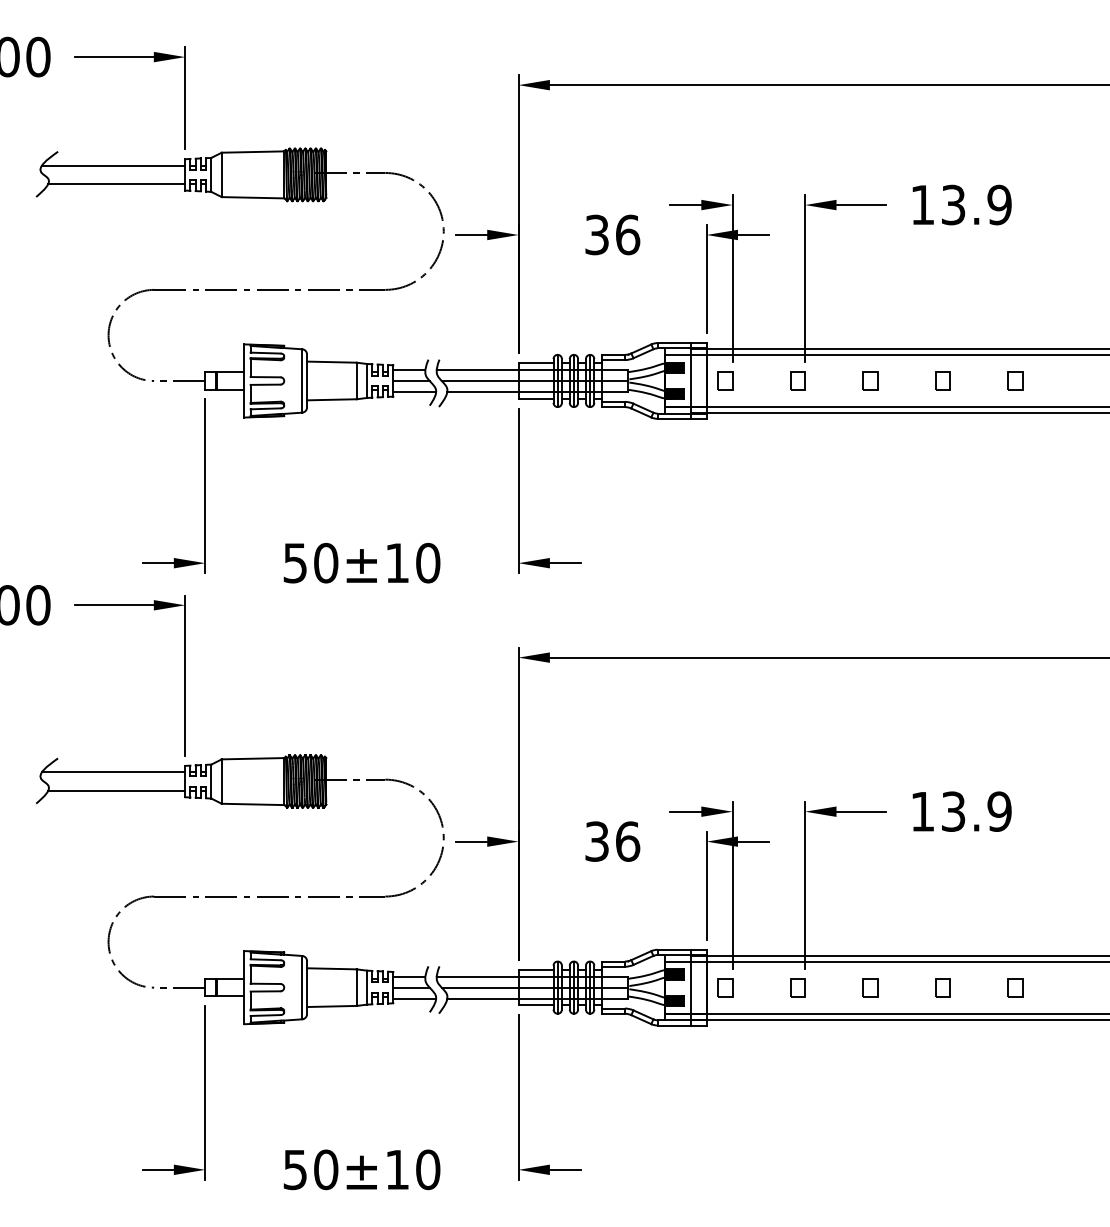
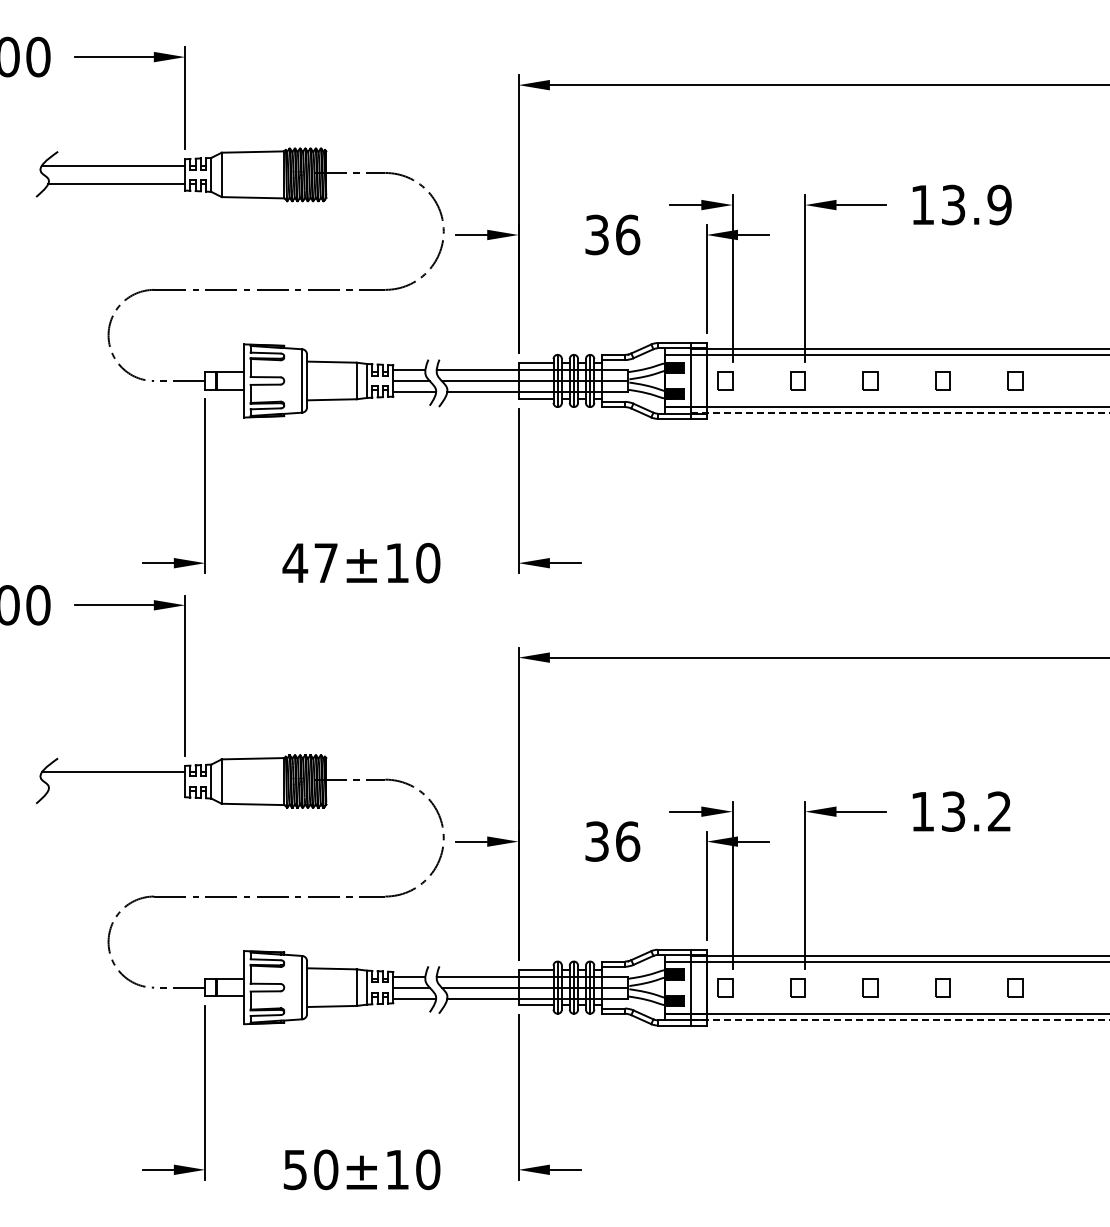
line at (900, 413): solid -> dashed
text at (310, 562): 50±10 -> 47±10
line at (116, 790): present -> none
text at (999, 811): 13.9 -> 13.2
line at (900, 1019): solid -> dashed
